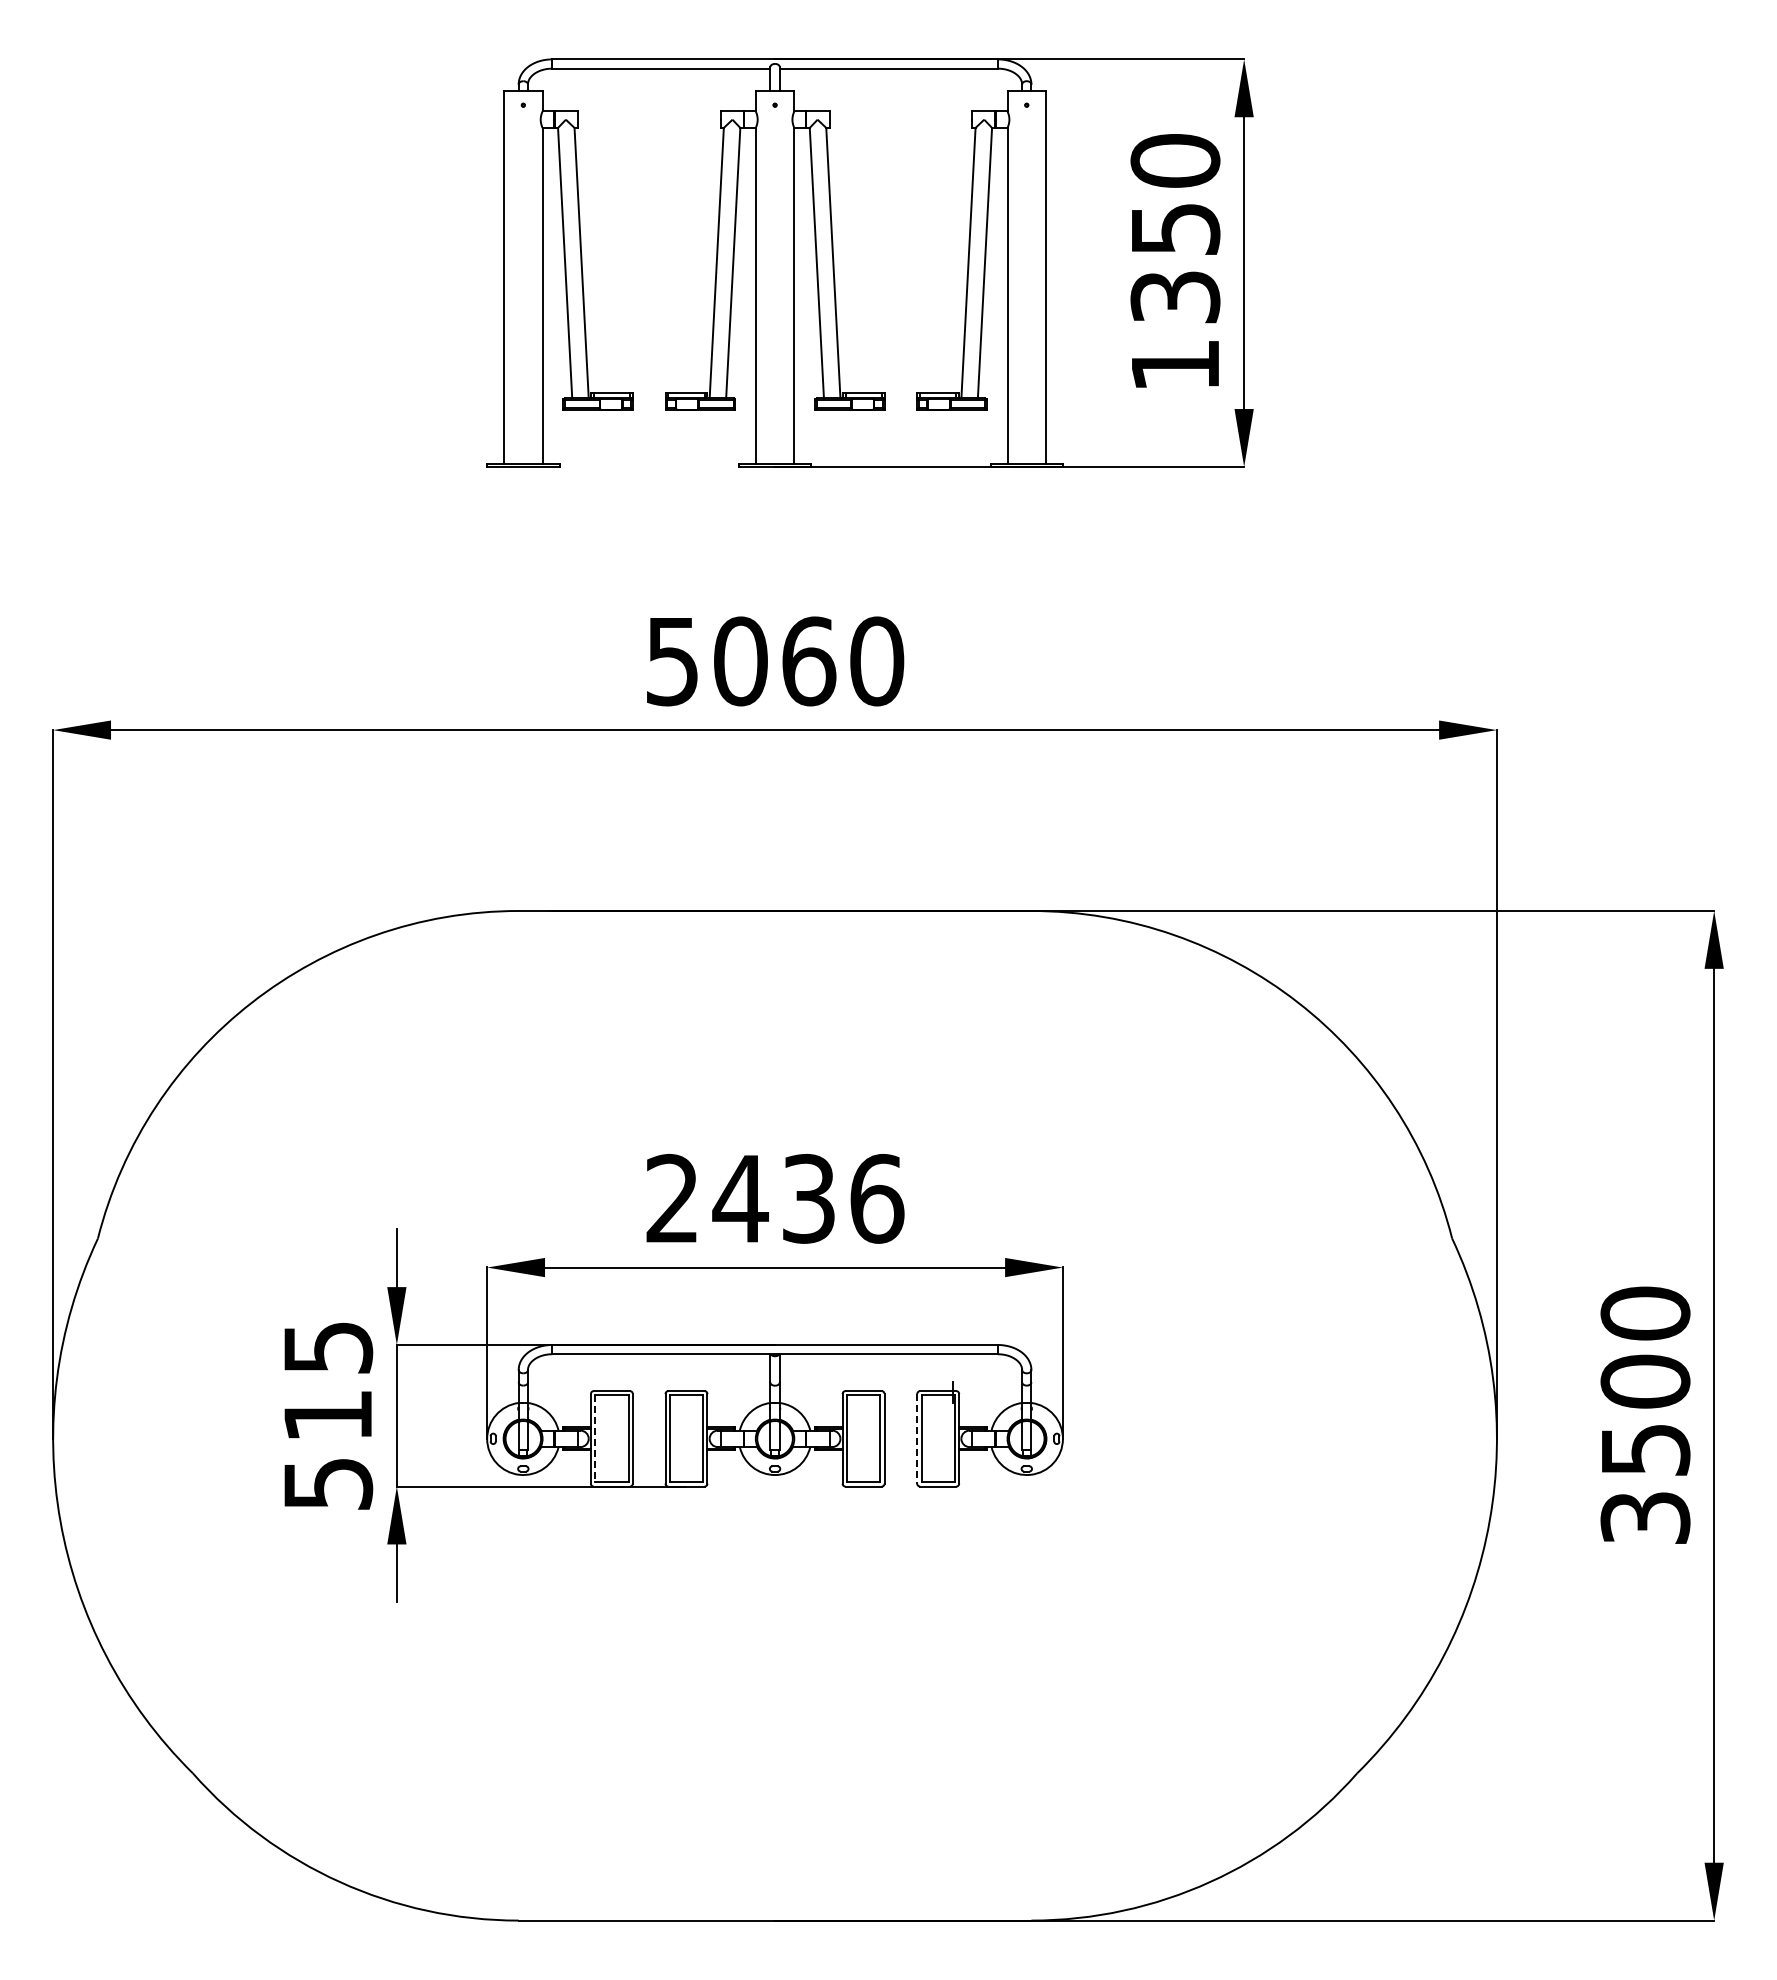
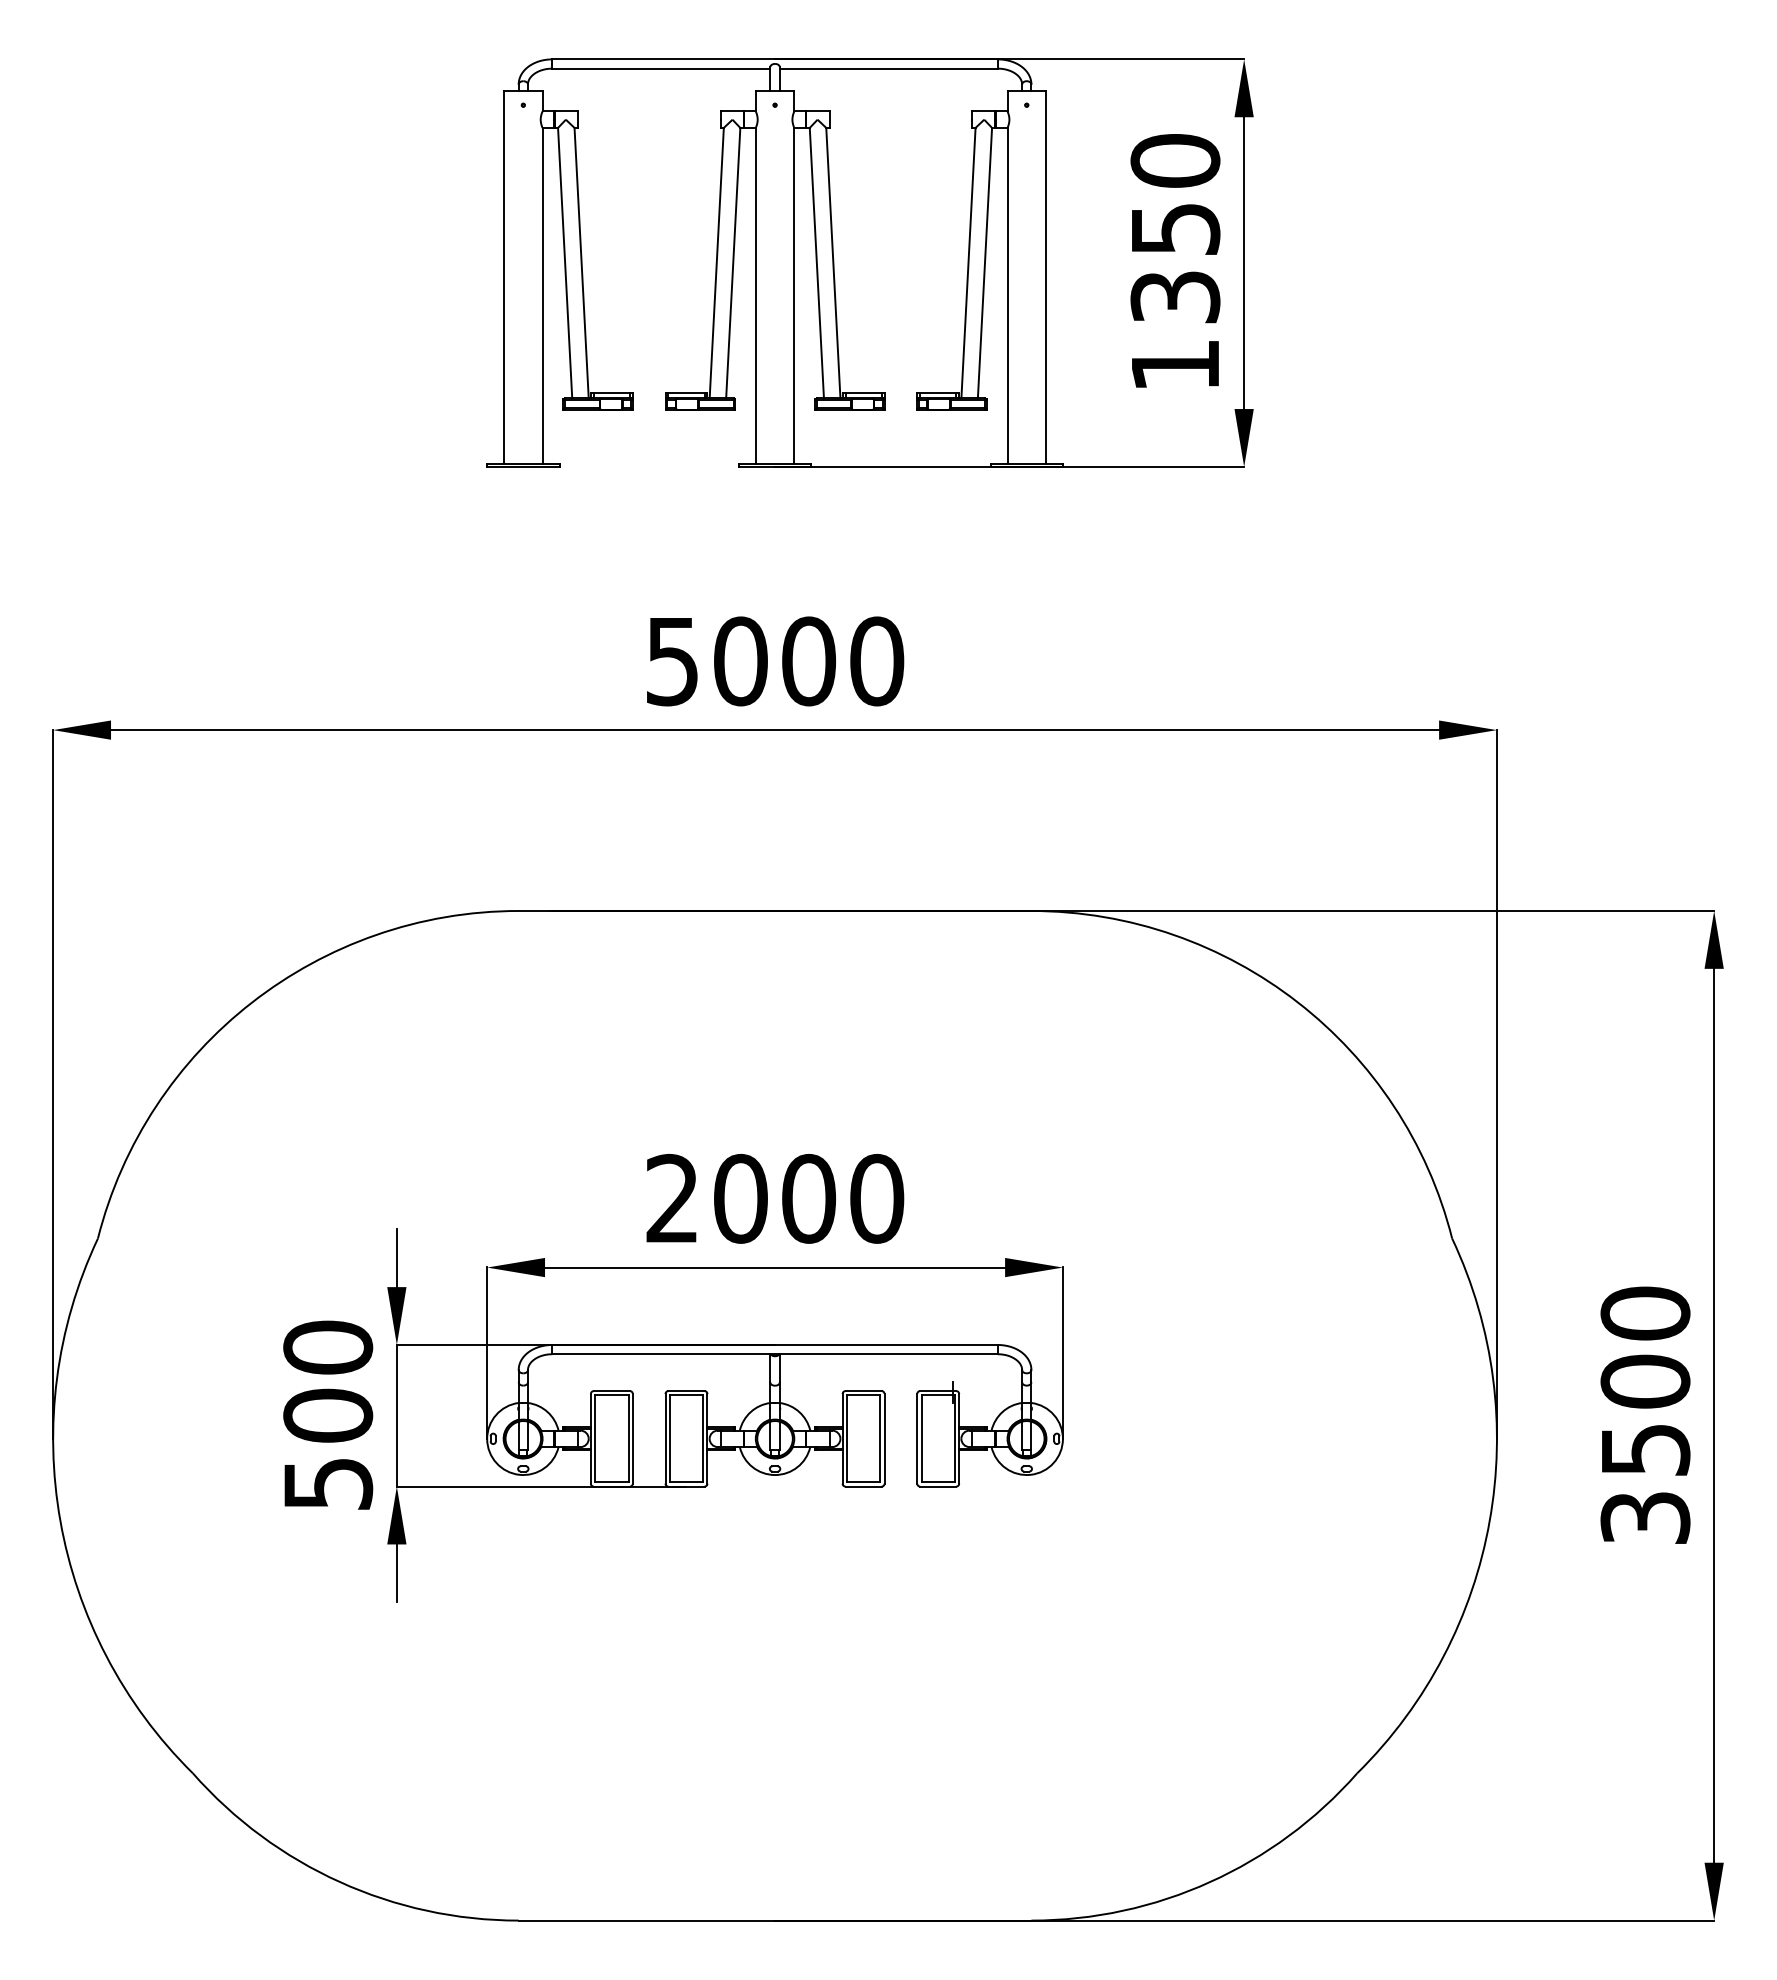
text at (809, 661): 5060 -> 5000
text at (808, 1198): 2436 -> 2000
text at (328, 1381): 515 -> 500
line at (917, 1438): dashed -> solid
line at (595, 1439): dashed -> solid
